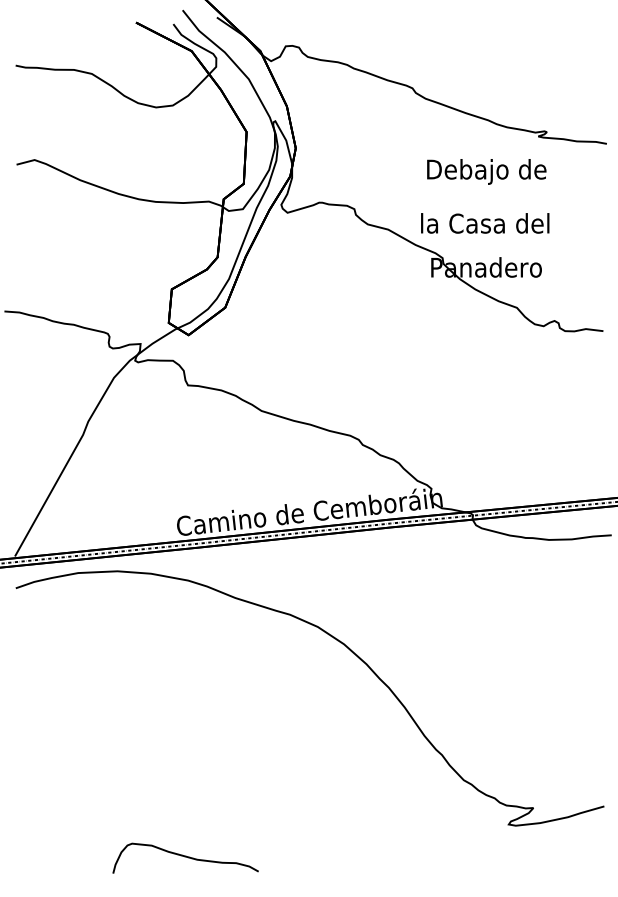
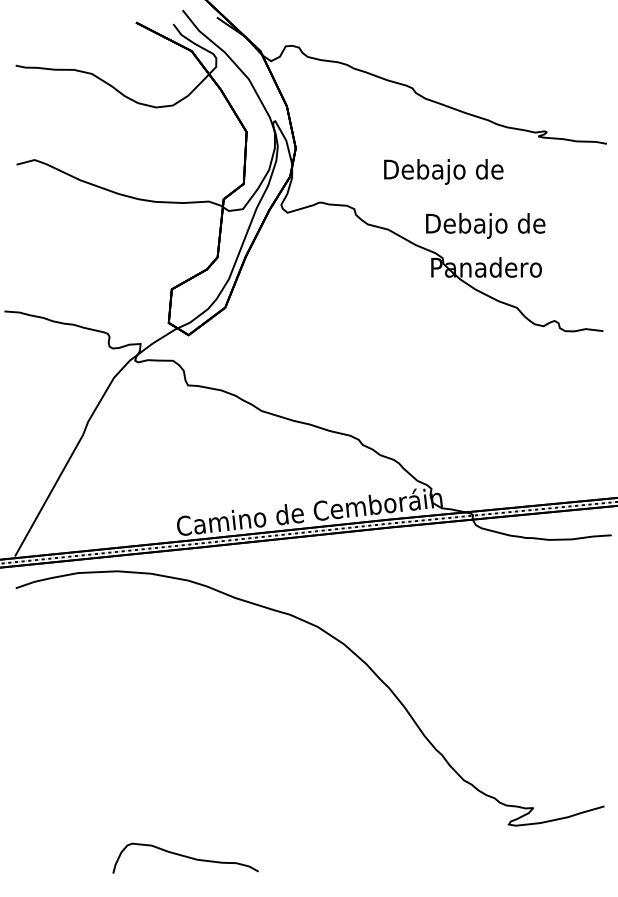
text at (486, 171) position: (486, 171) -> (443, 171)
text at (485, 225): la Casa del -> Debajo de
